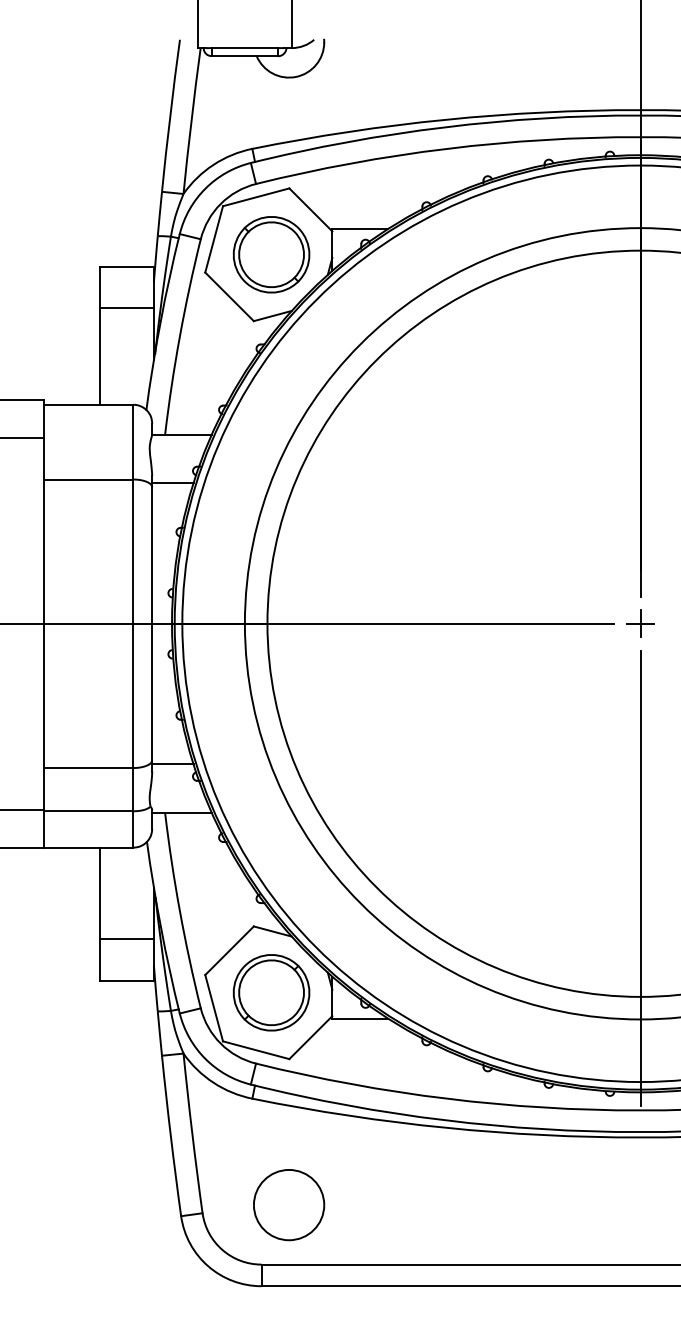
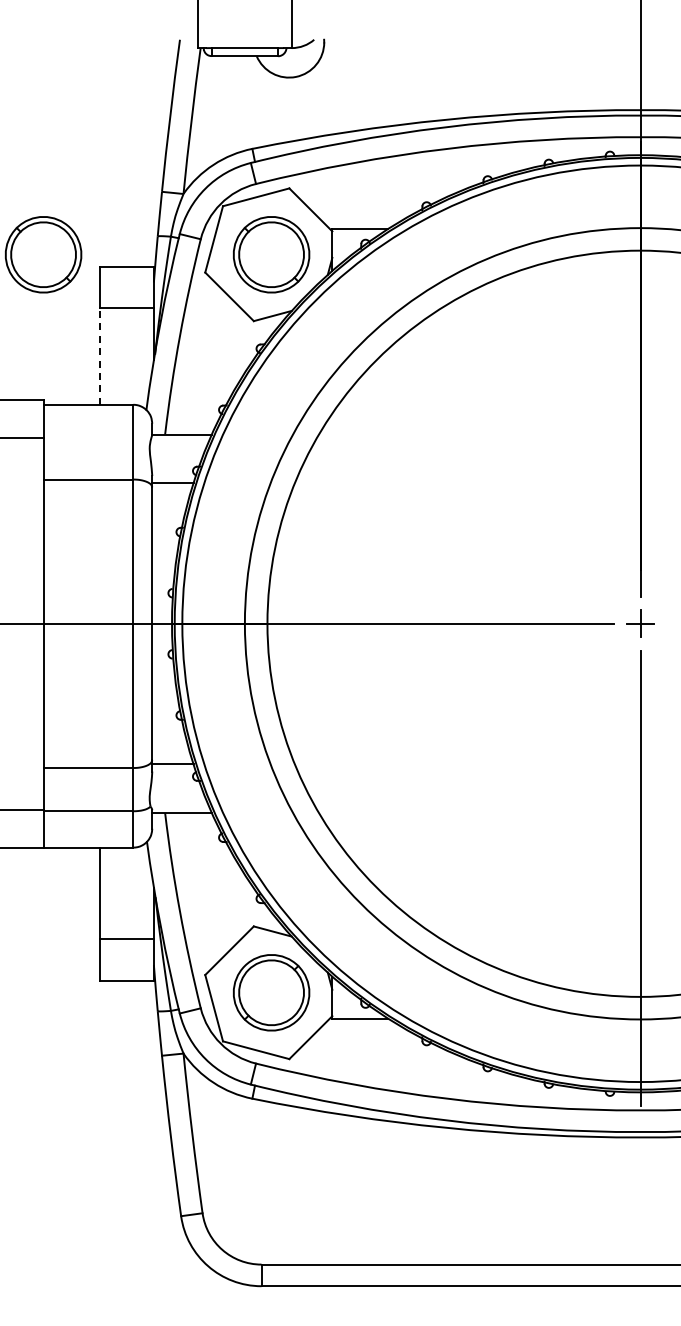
part at (43, 254): none -> present
line at (99, 356): solid -> dashed
part at (289, 1205): present -> none
